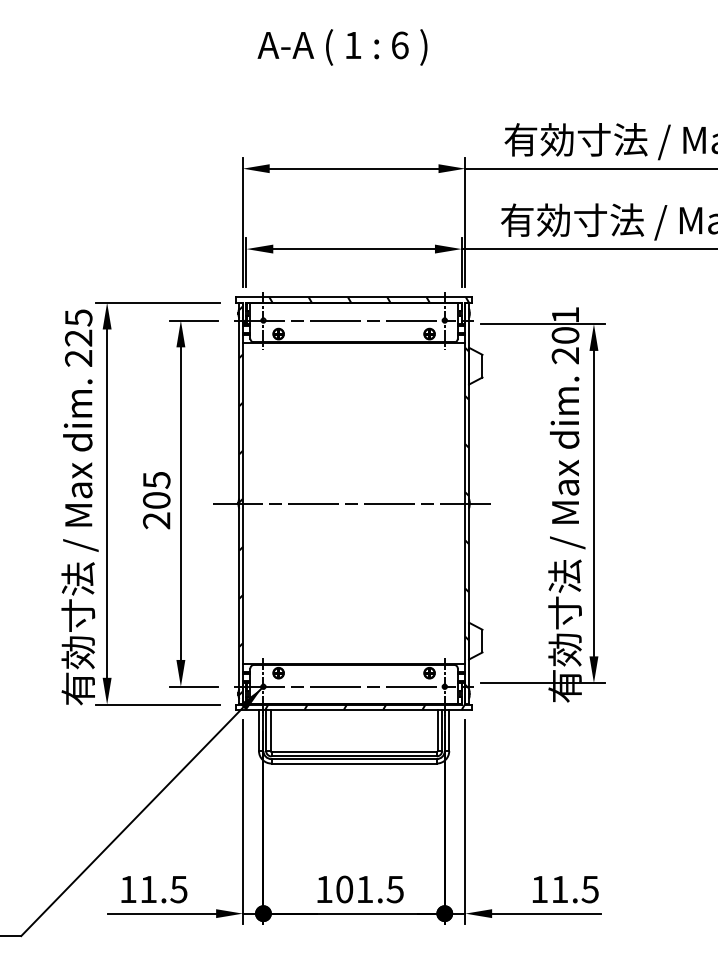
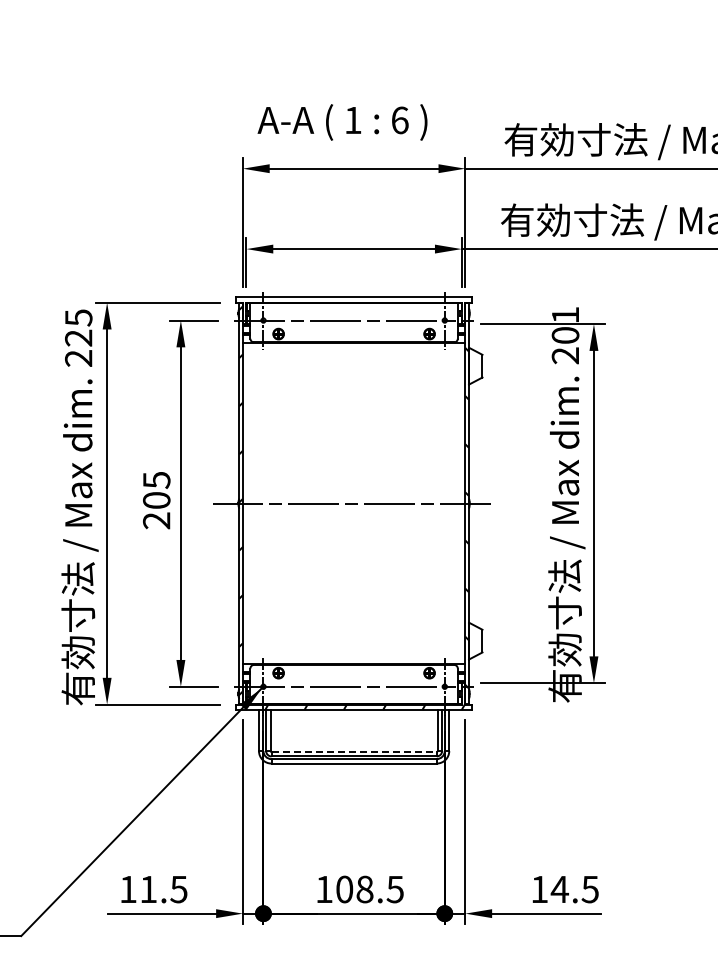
text at (342, 47) position: (342, 47) -> (342, 122)
hatch at (355, 310): present -> none
line at (354, 751): solid -> dashed
text at (364, 889): 101.5 -> 108.5
text at (559, 889): 11.5 -> 14.5
